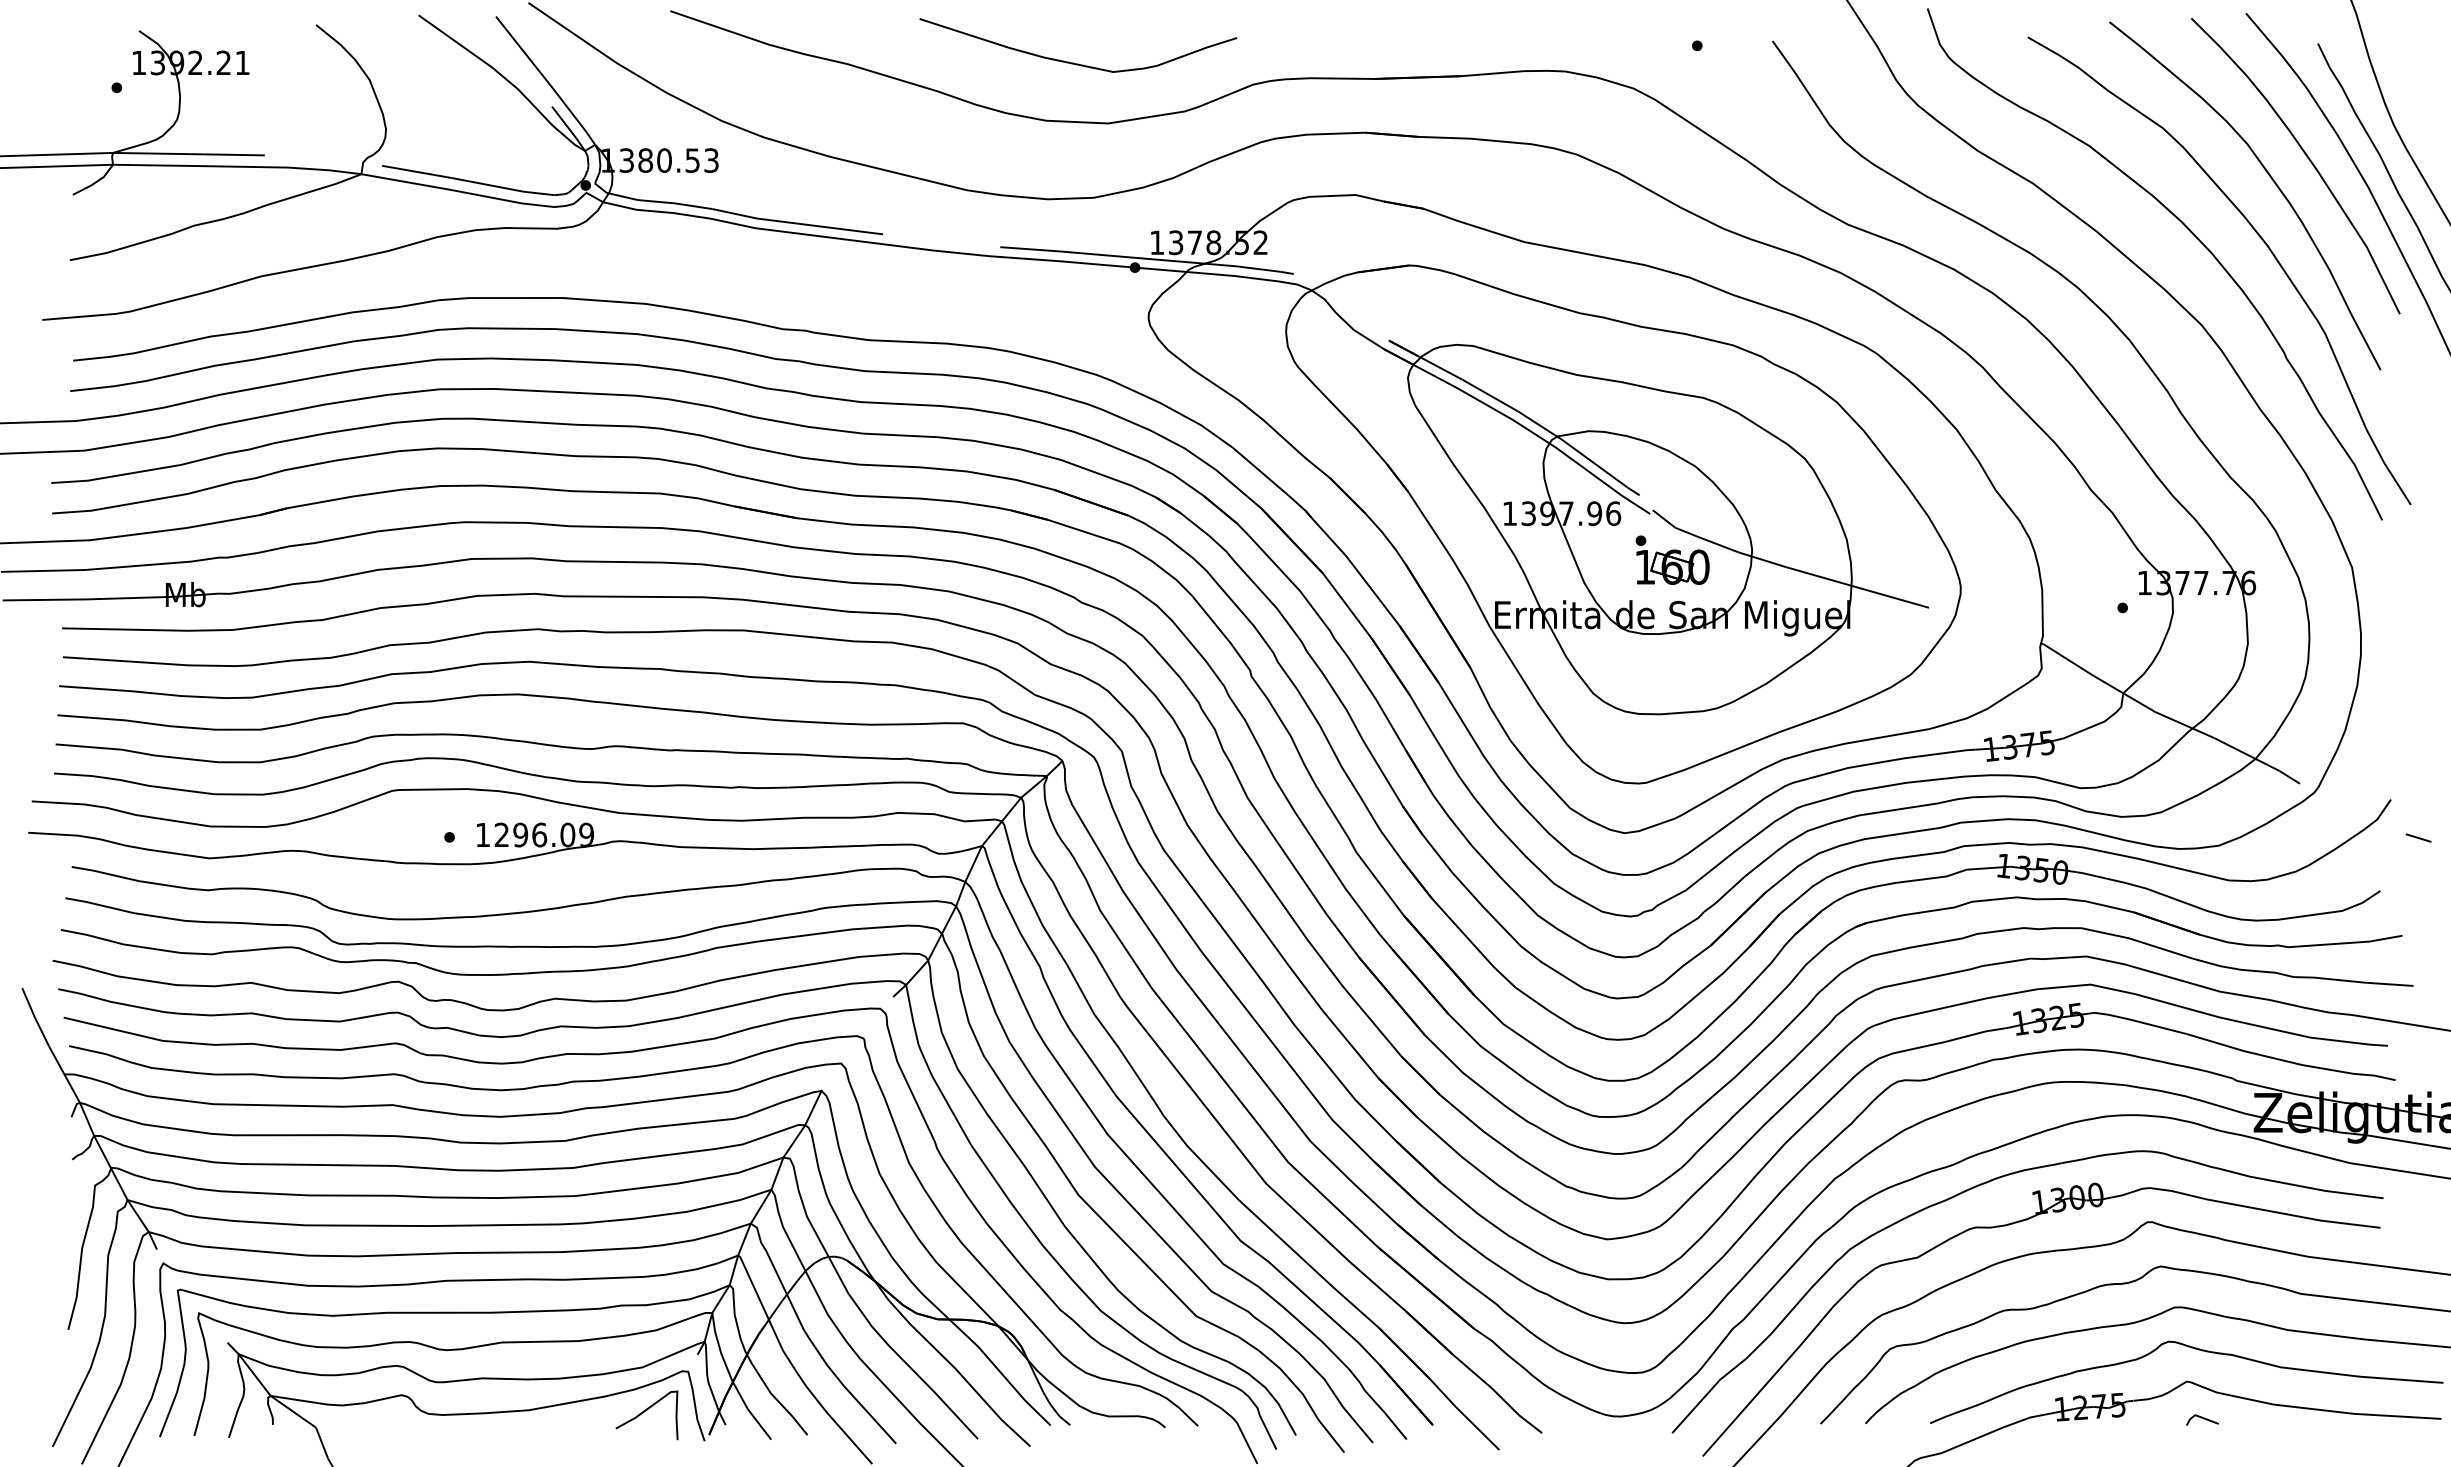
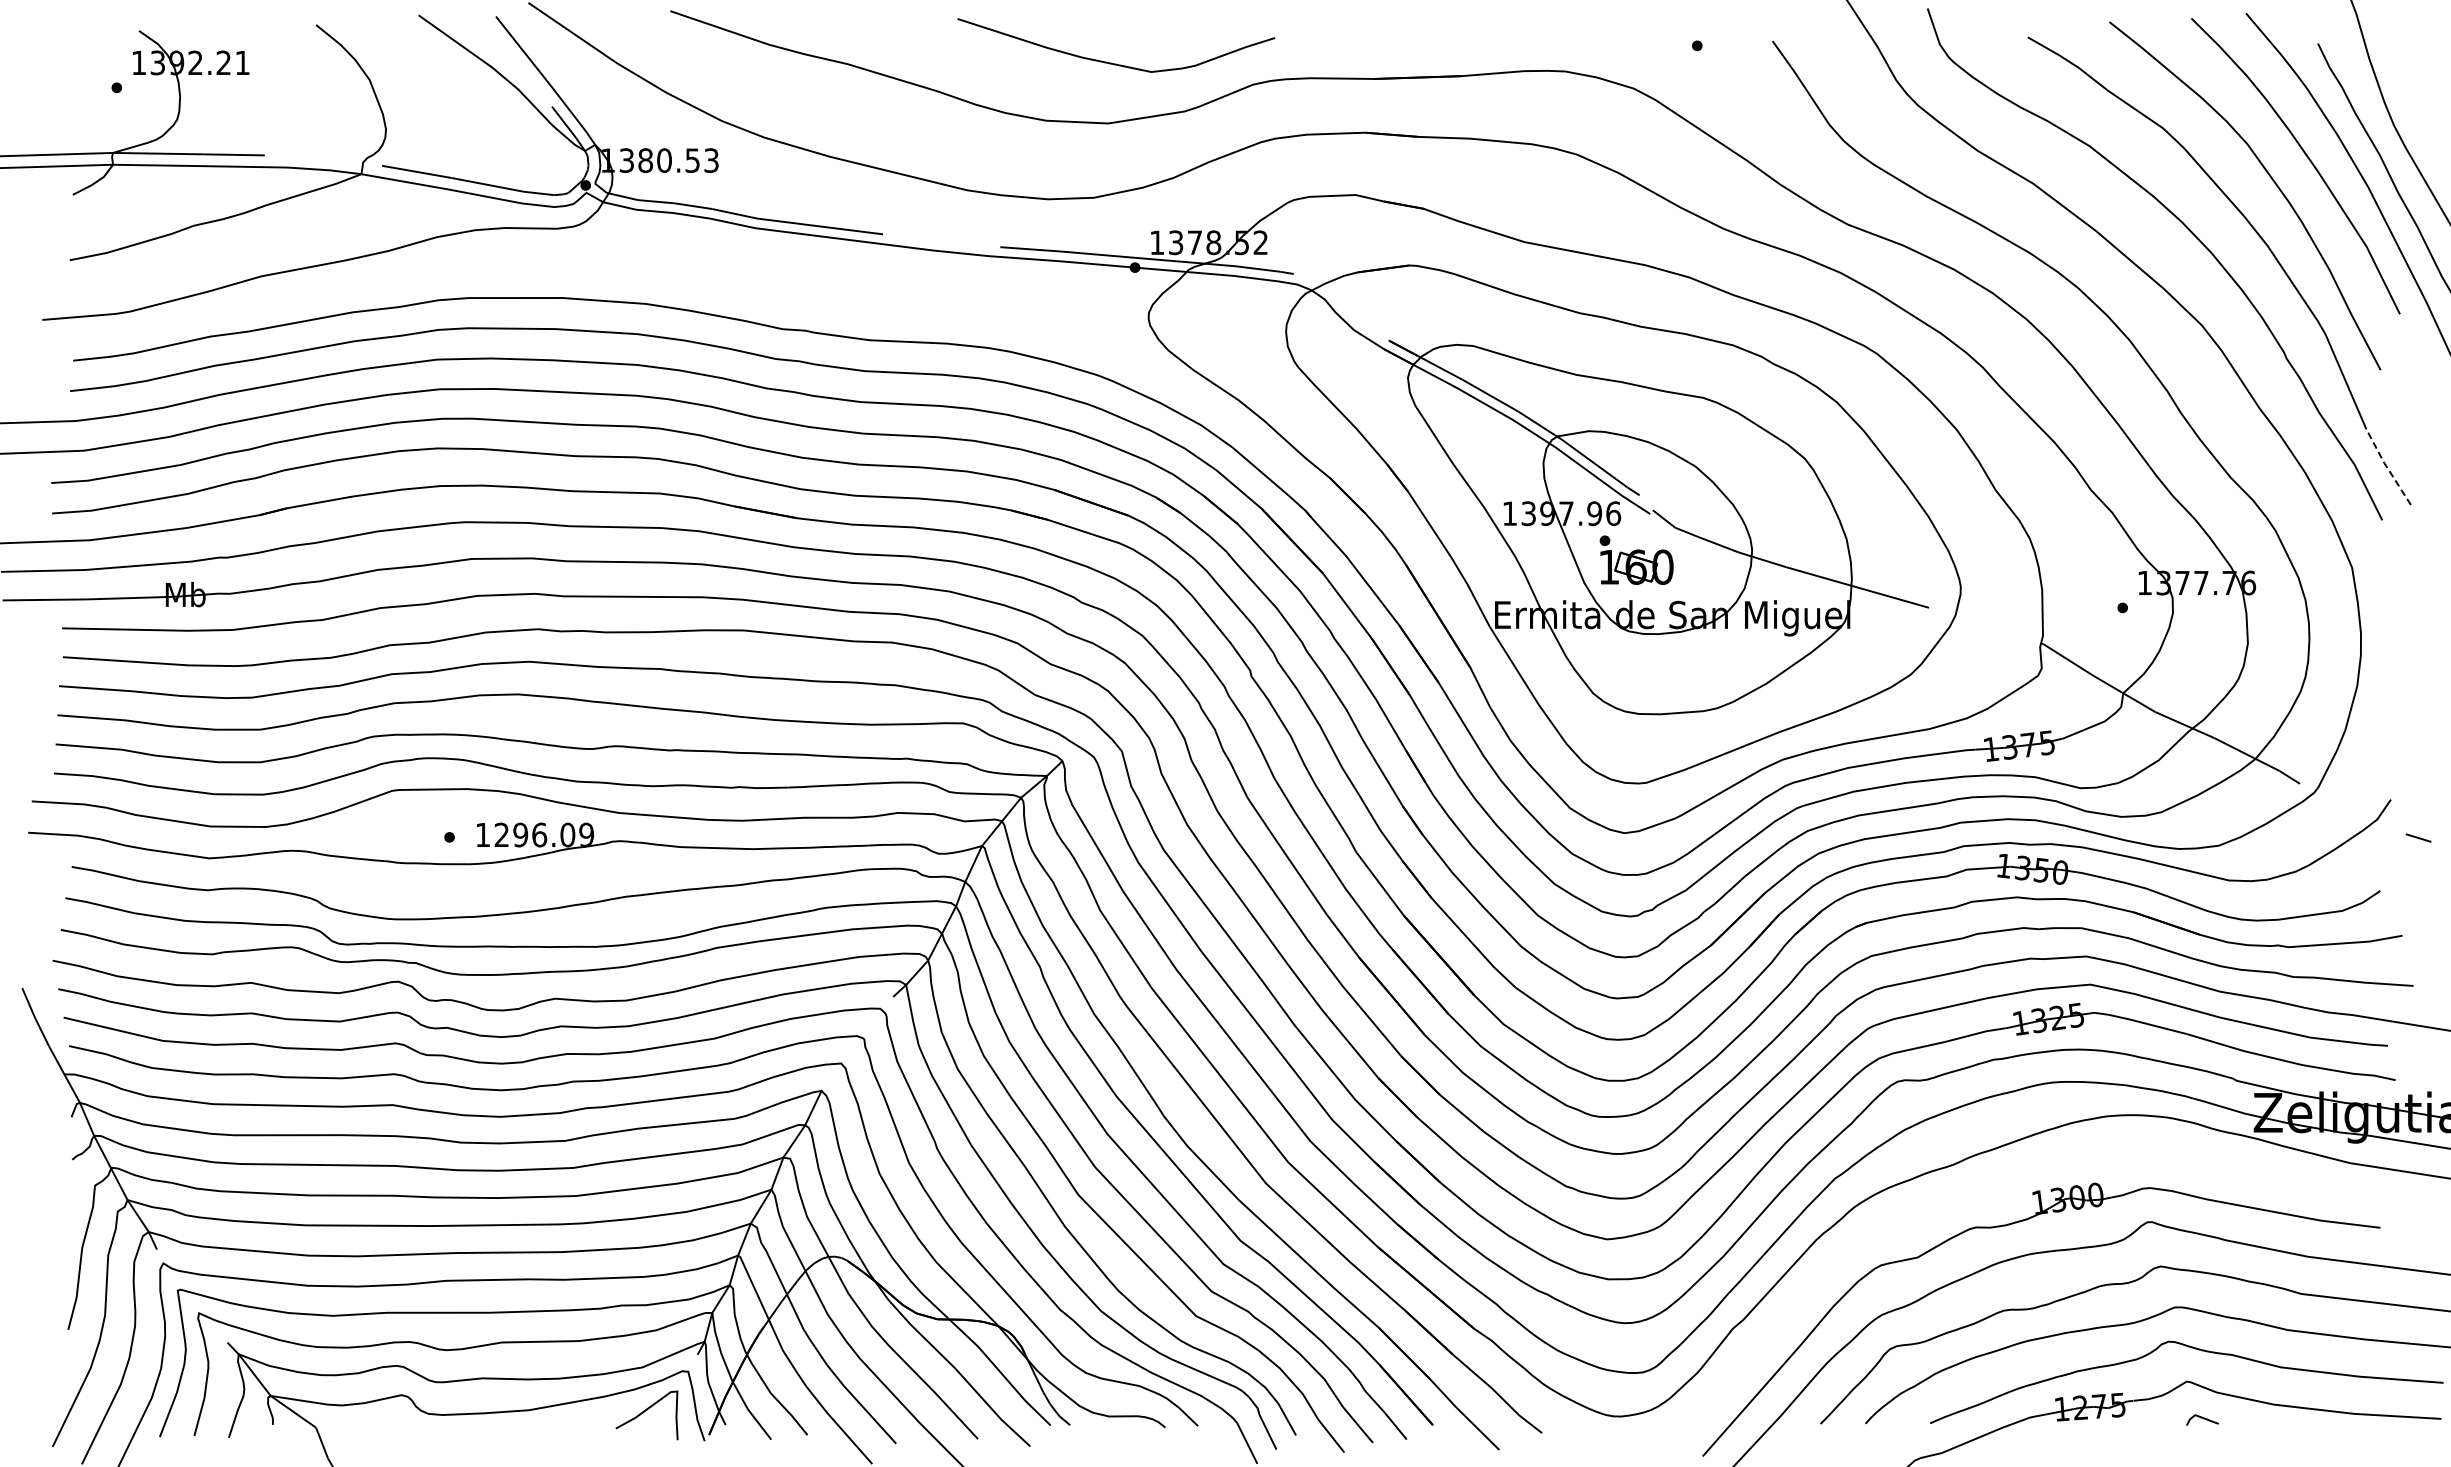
curve at (1073, 62) position: (1073, 62) -> (1111, 62)
line at (2386, 466): solid -> dashed
part at (1672, 559) position: (1672, 559) -> (1636, 559)
part at (1987, 1183): present -> none
